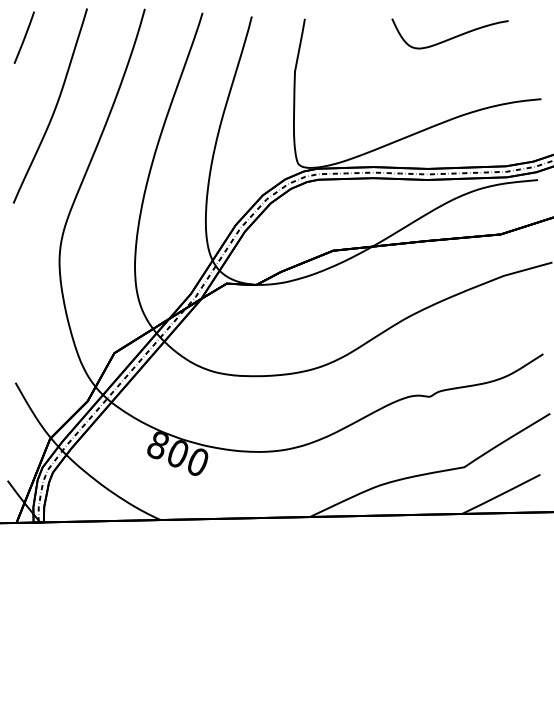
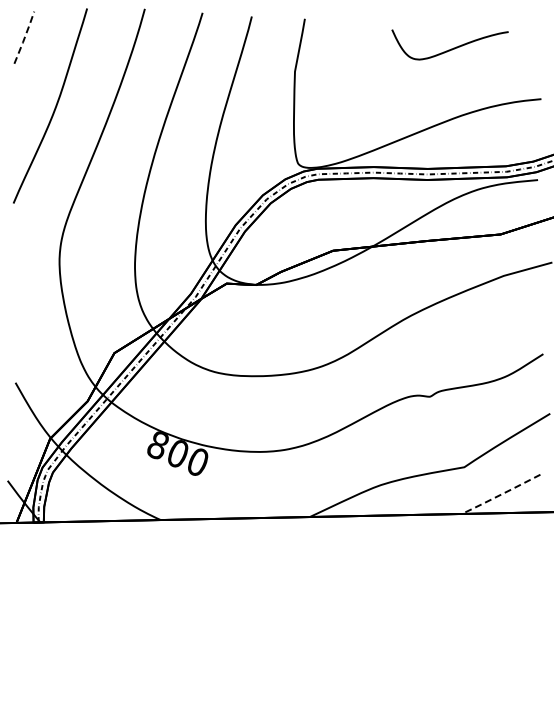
line at (24, 37): solid -> dashed
curve at (451, 37) position: (451, 37) -> (451, 48)
line at (501, 494): solid -> dashed
